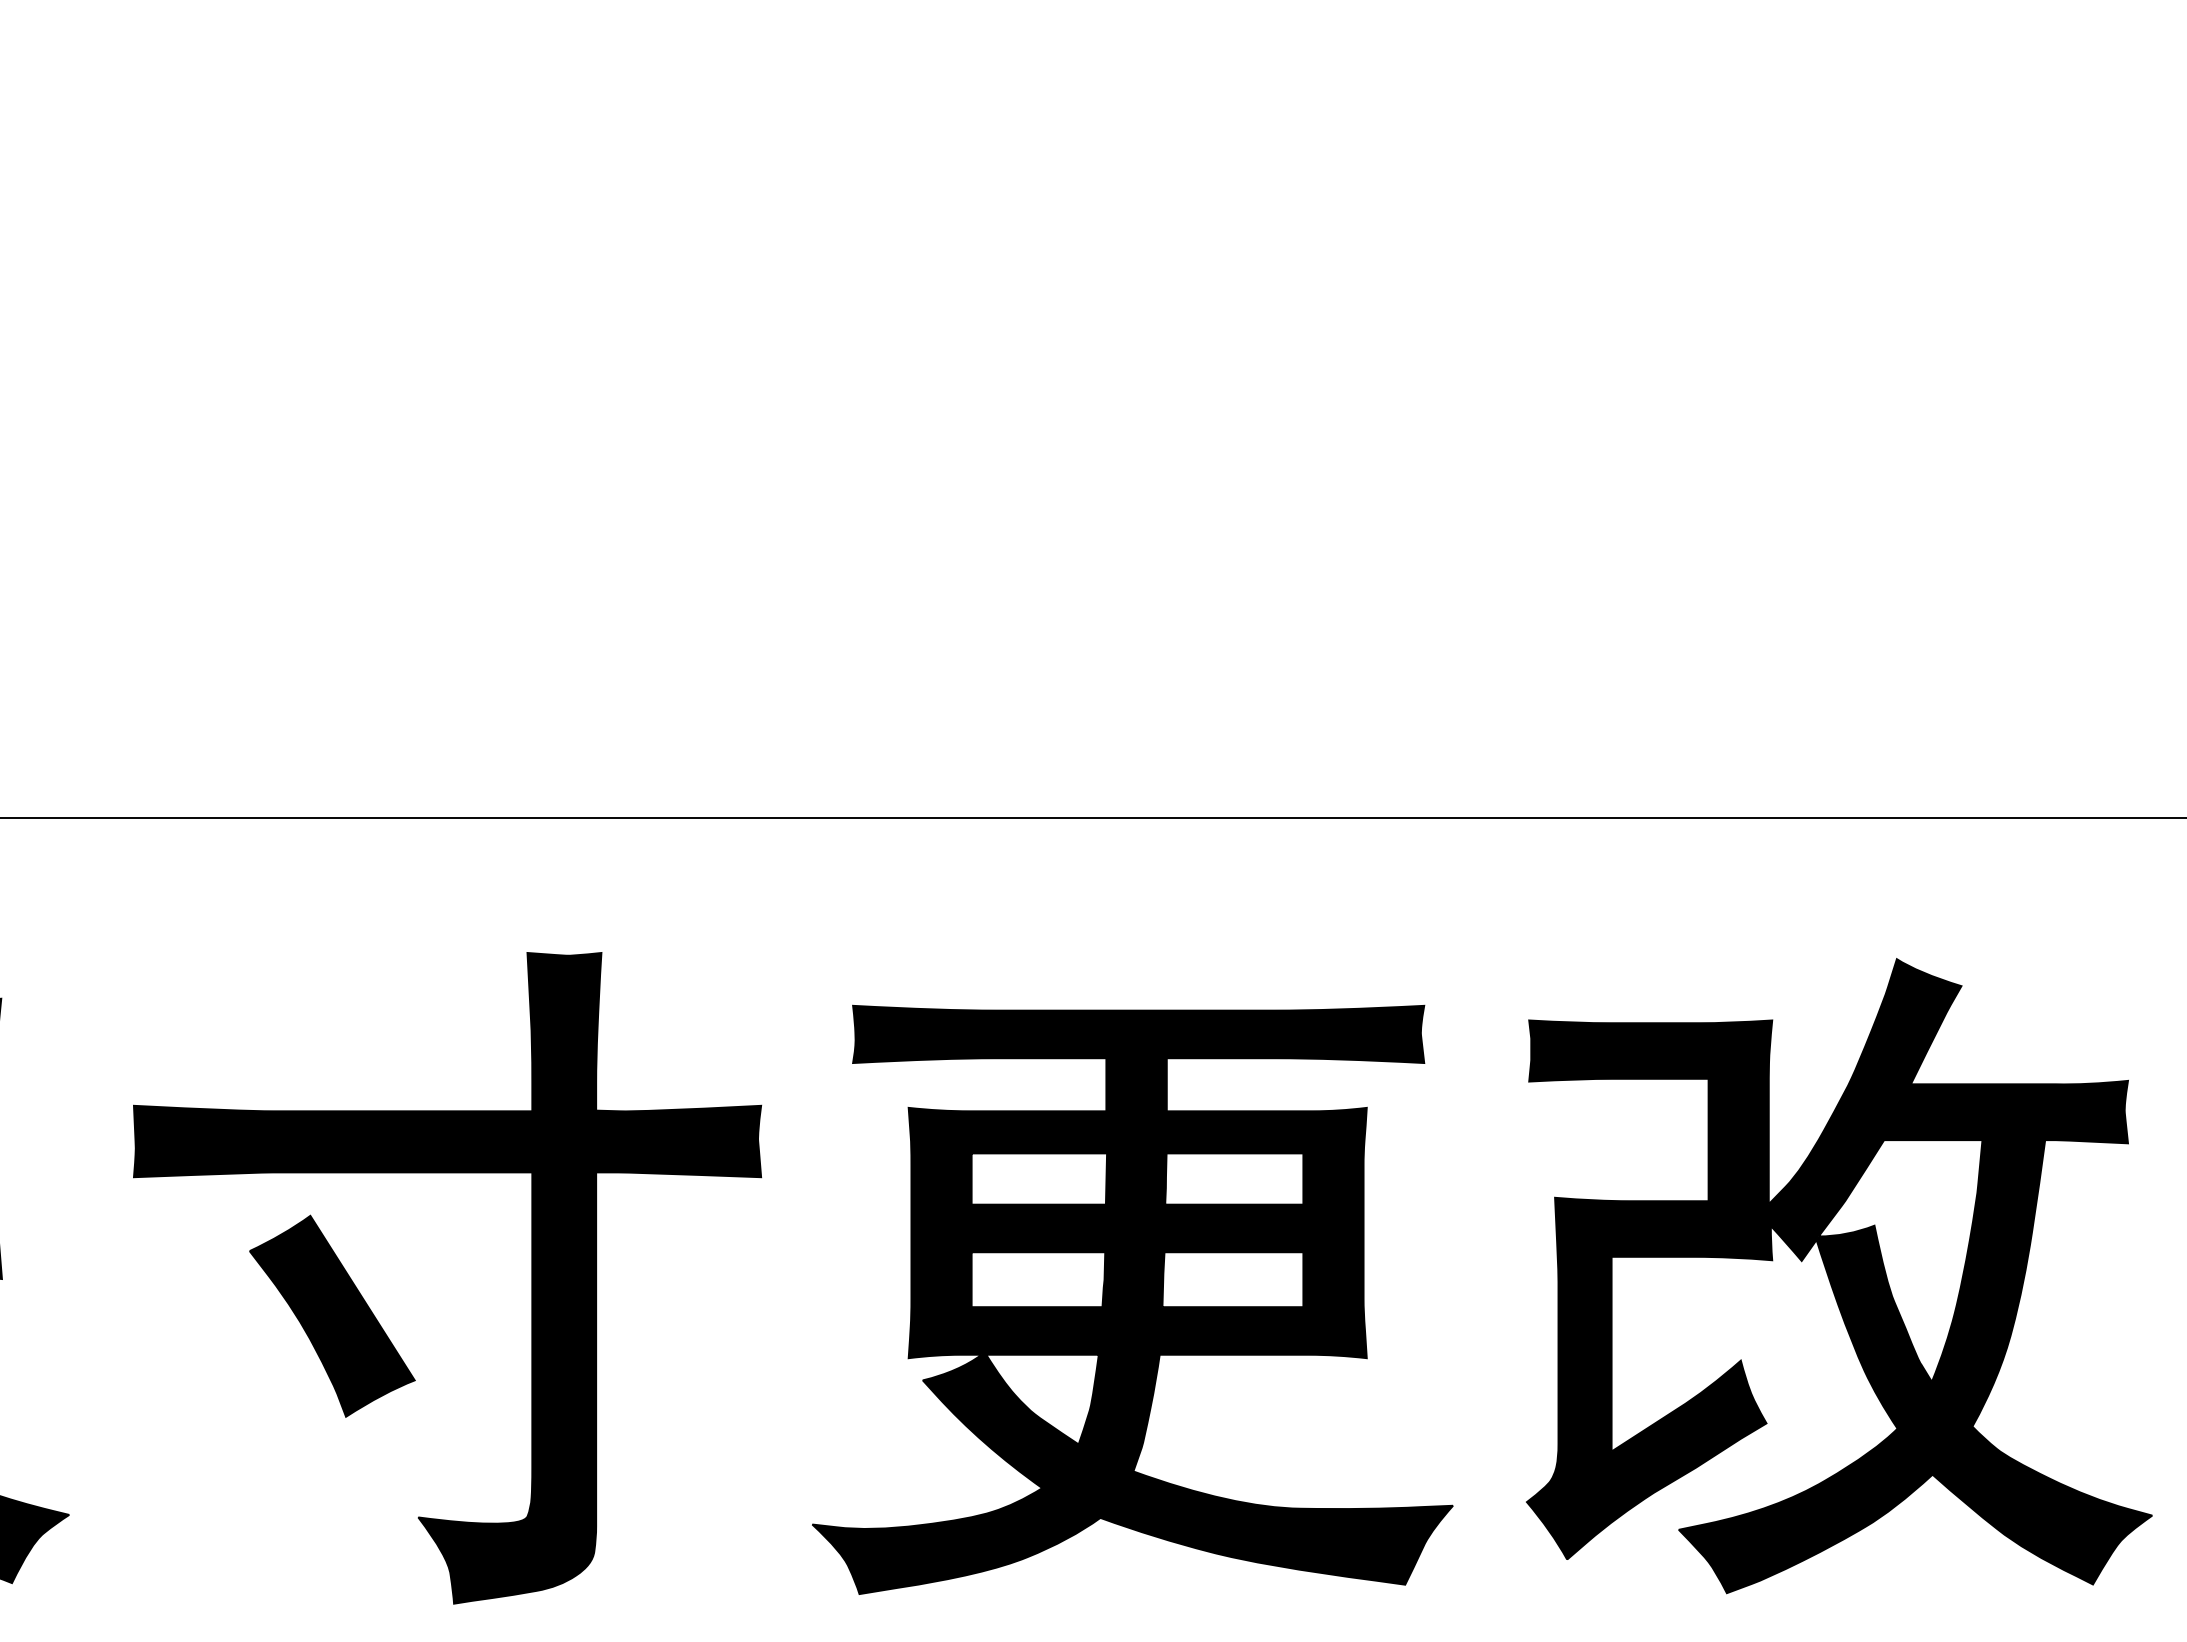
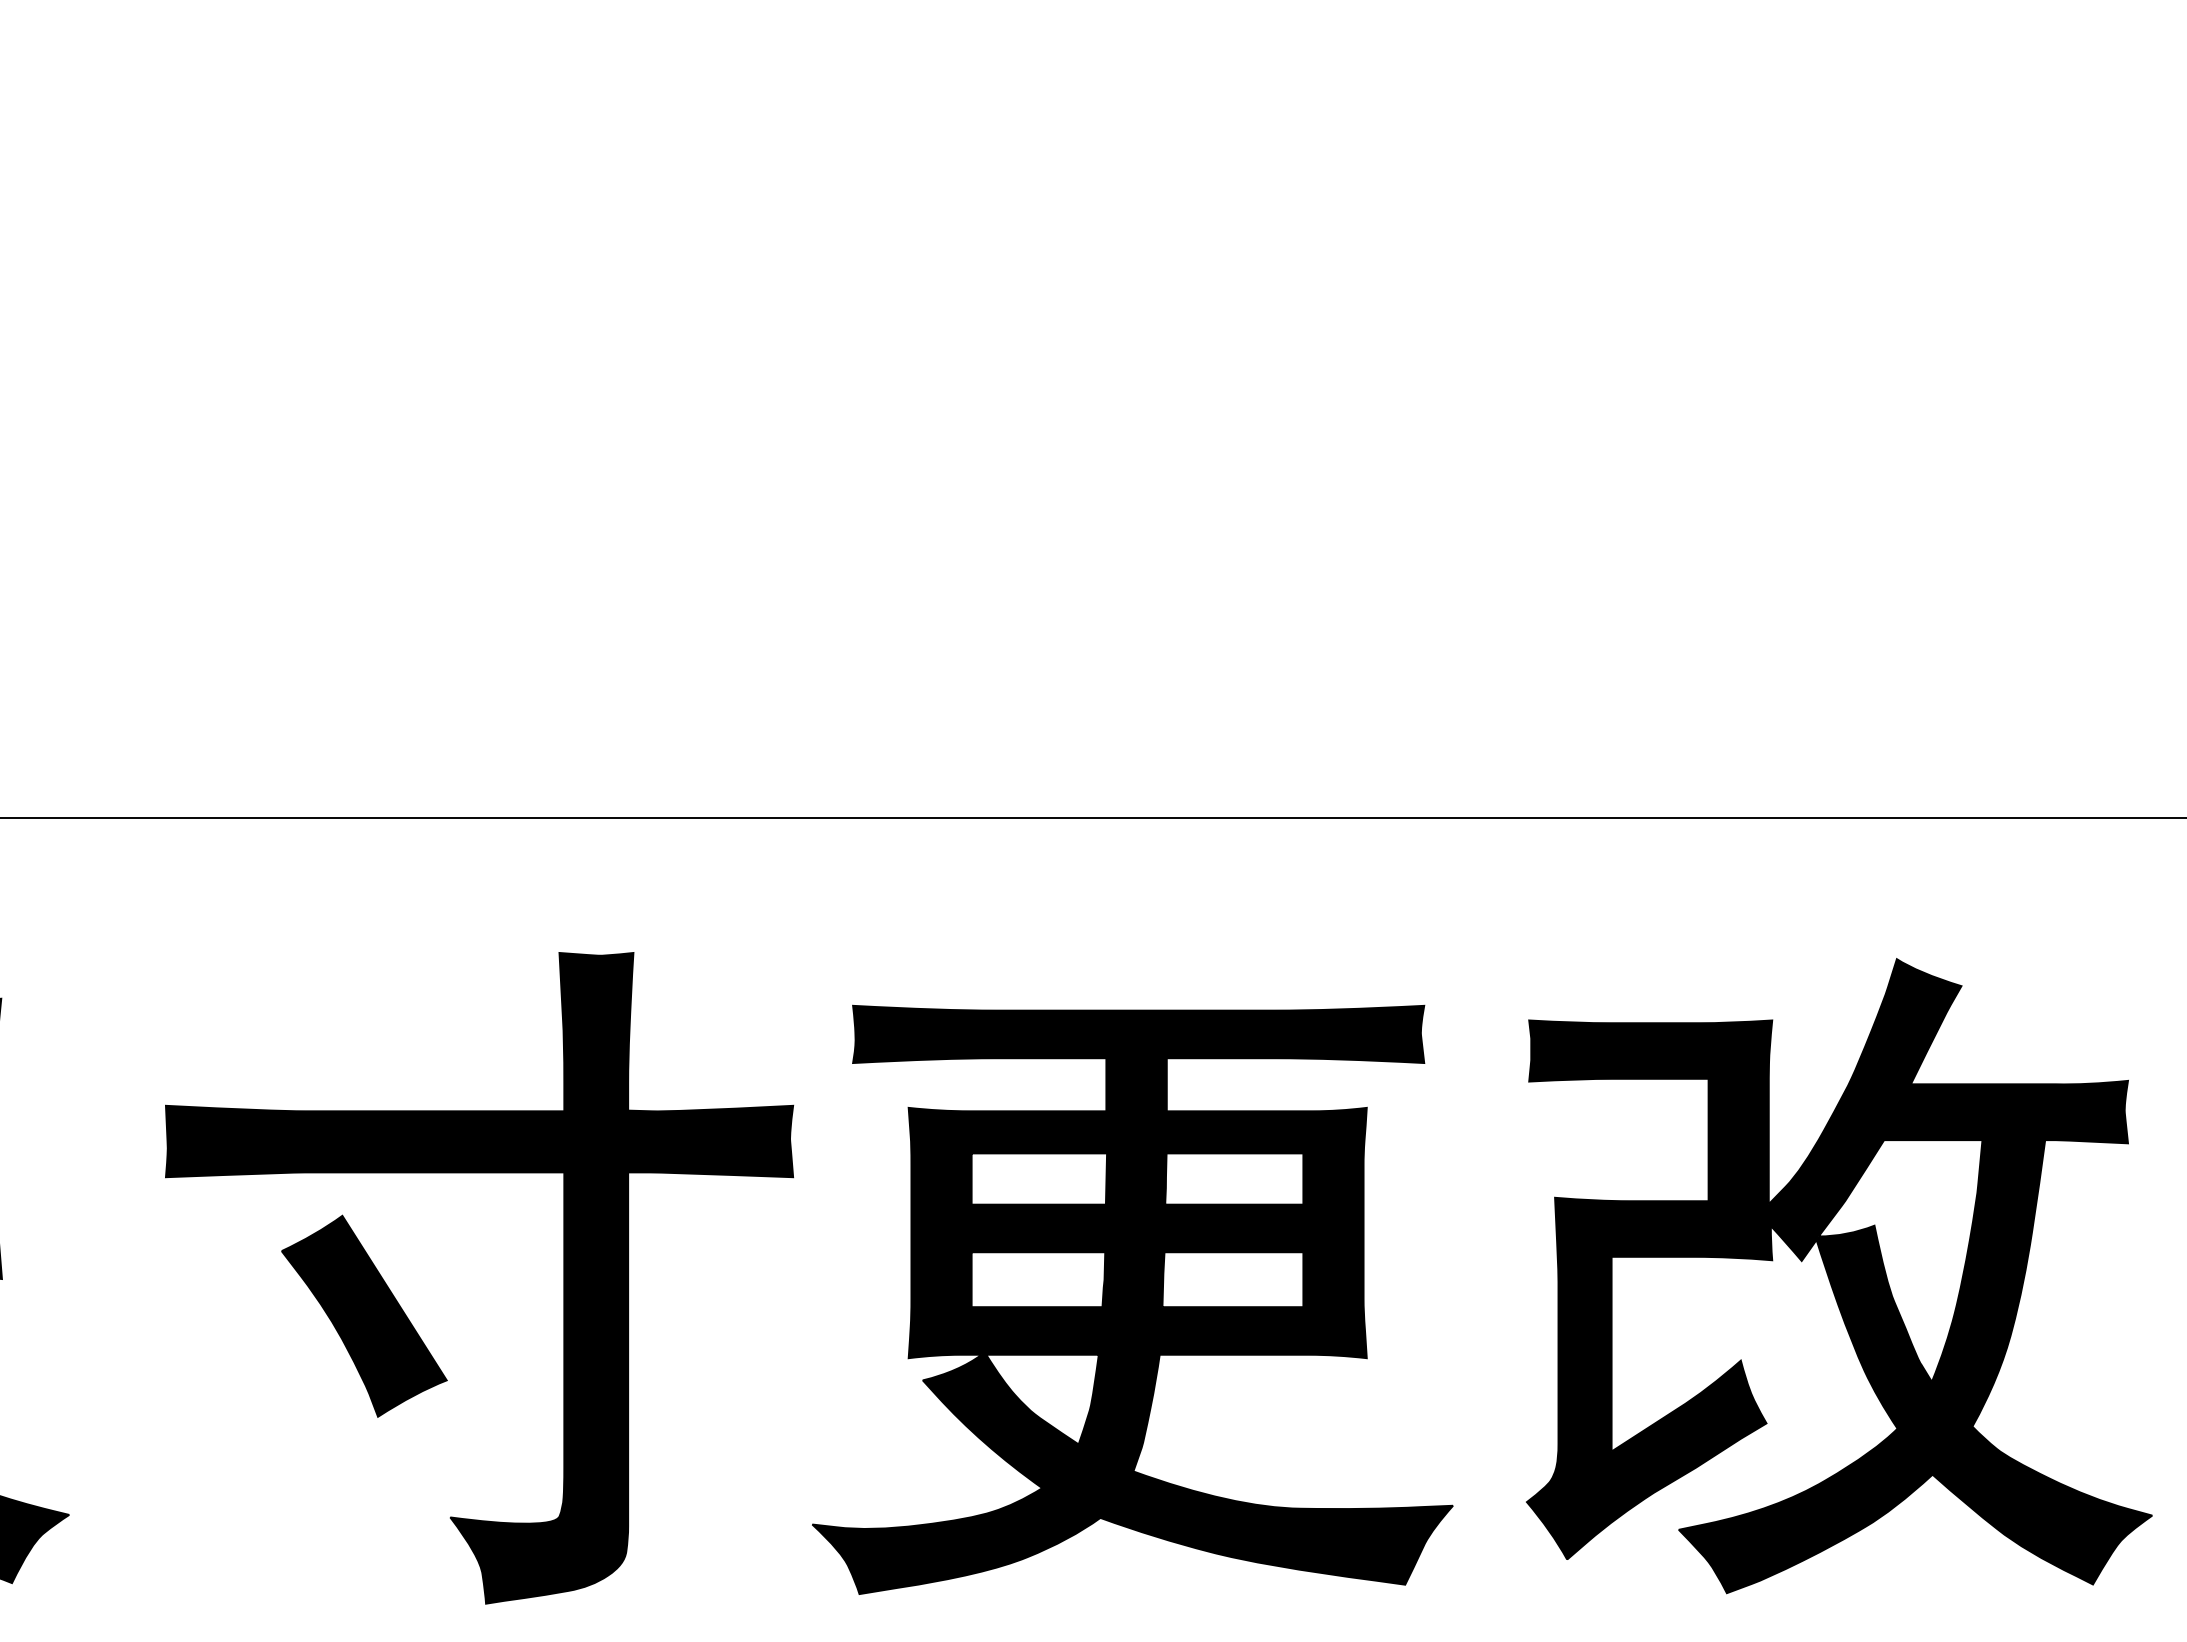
part at (379, 1322) position: (379, 1322) -> (411, 1322)
